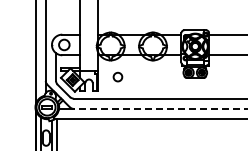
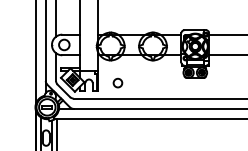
line at (56, 19): none -> present
circle at (117, 76) position: (117, 76) -> (117, 82)
line at (160, 108): dashed -> solid
